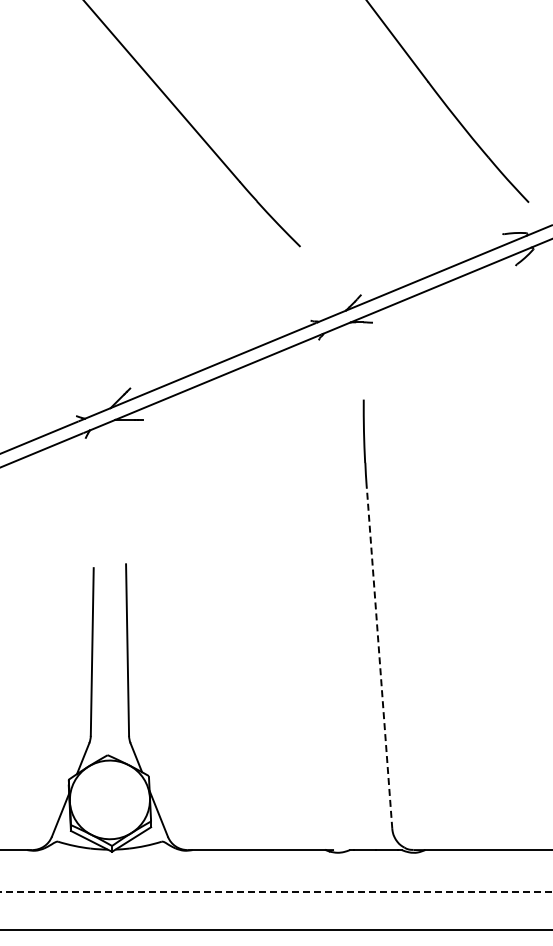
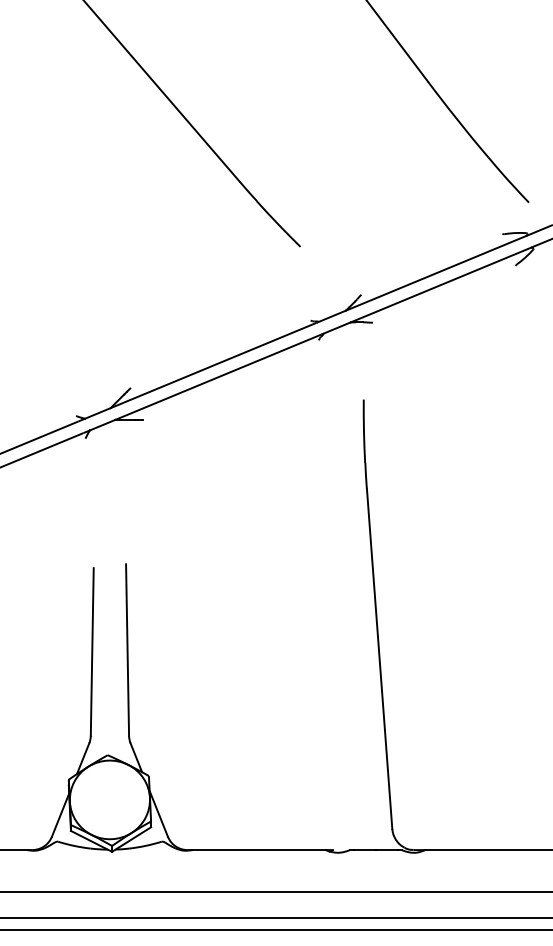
line at (379, 658): dashed -> solid
line at (276, 892): dashed -> solid
line at (275, 917): none -> present
